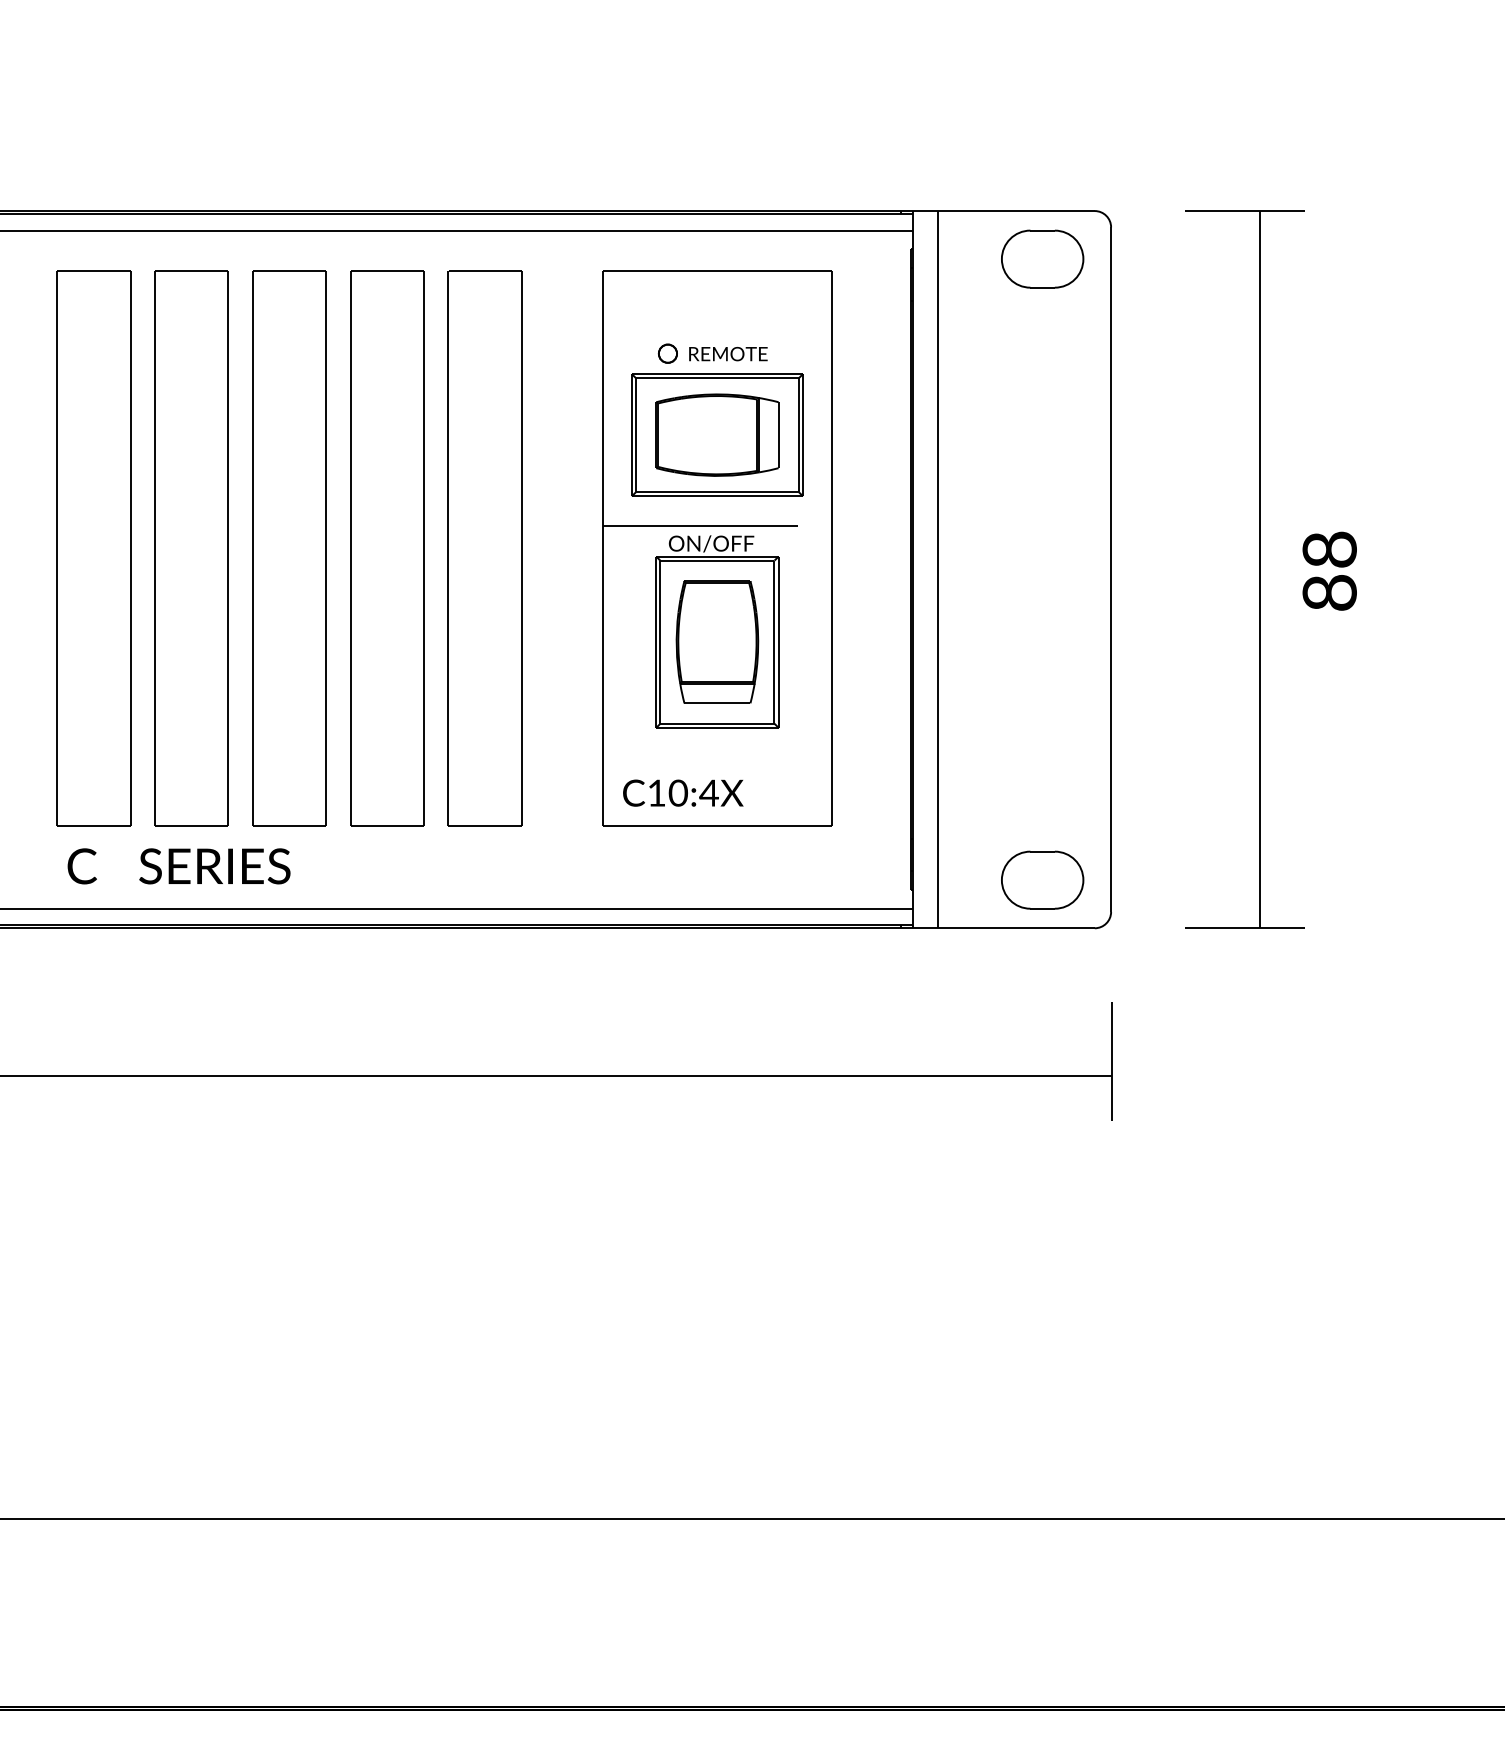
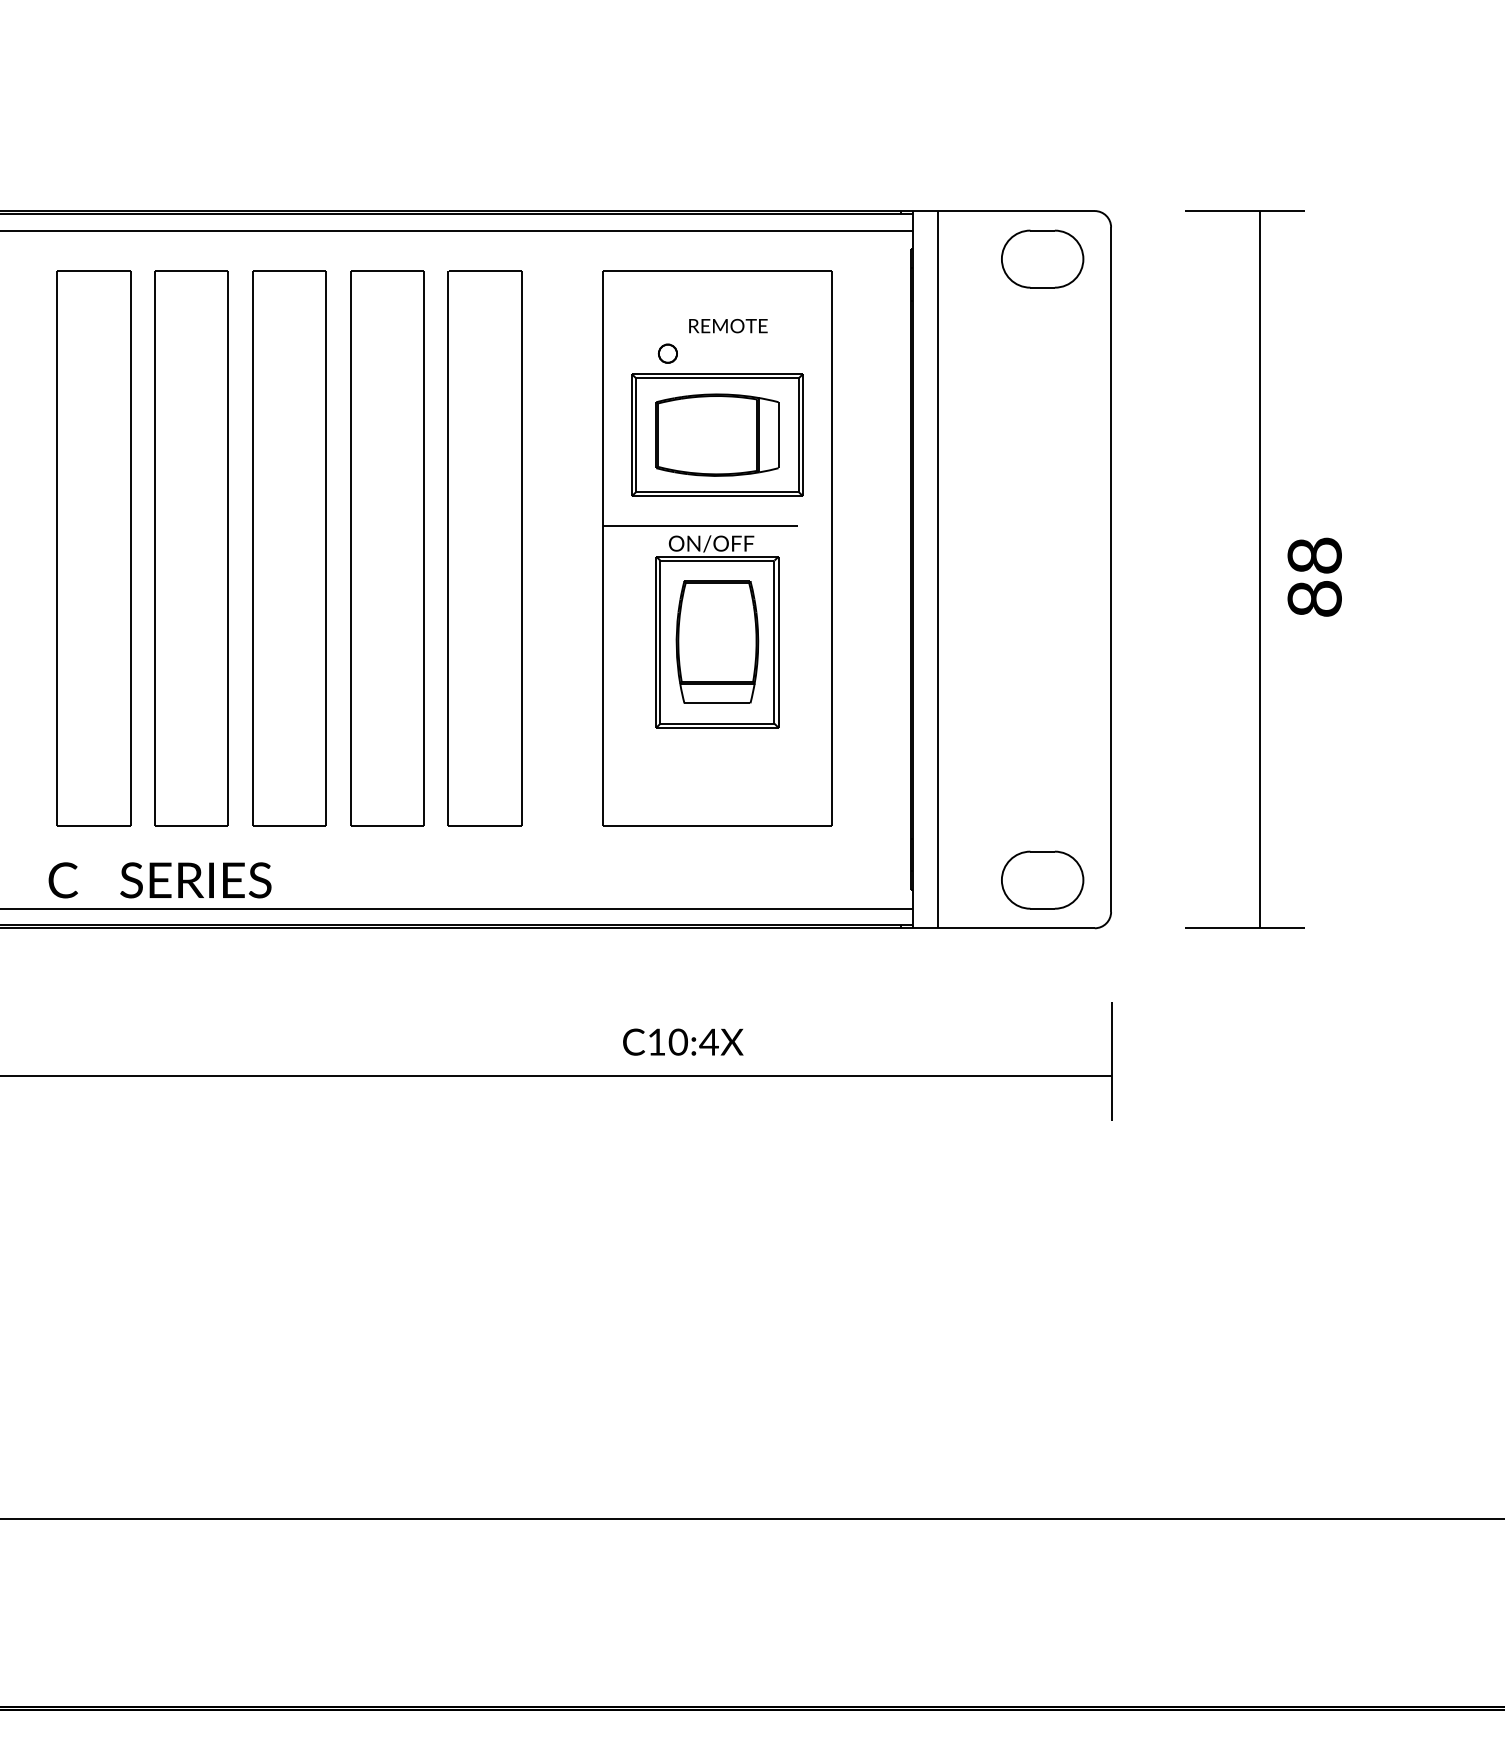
text at (728, 354) position: (728, 354) -> (728, 326)
text at (1329, 570) position: (1329, 570) -> (1314, 576)
text at (683, 792) position: (683, 792) -> (683, 1041)
text at (178, 866) position: (178, 866) -> (159, 880)
